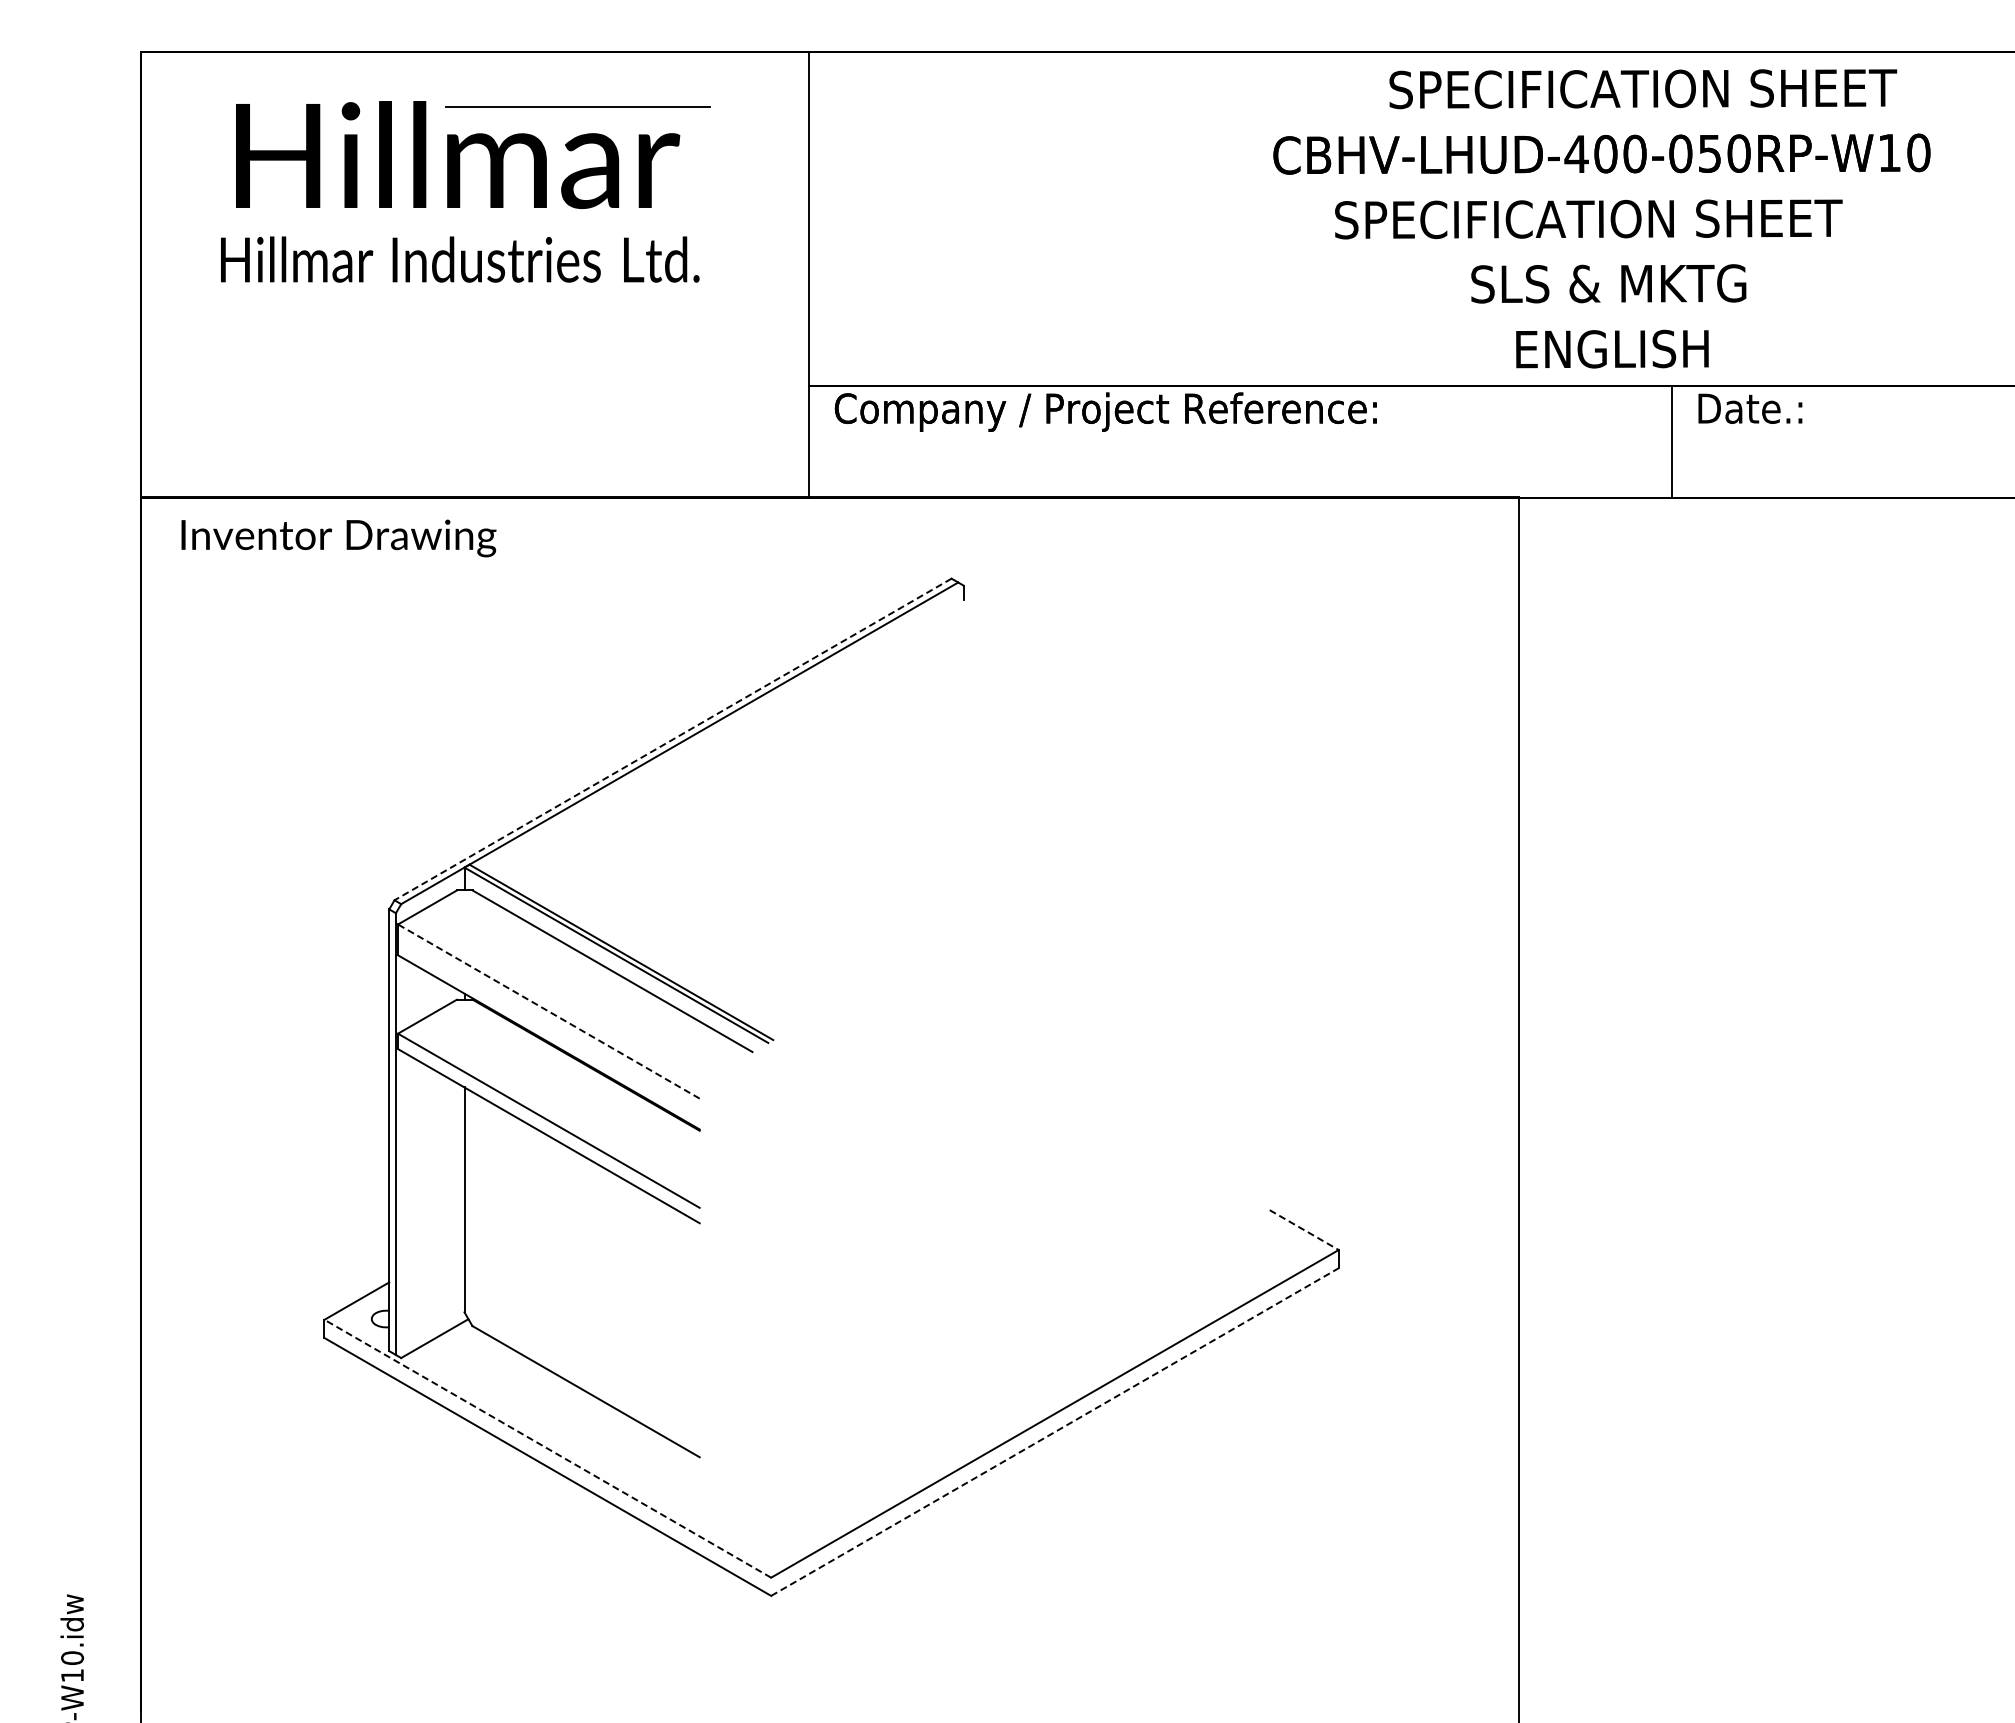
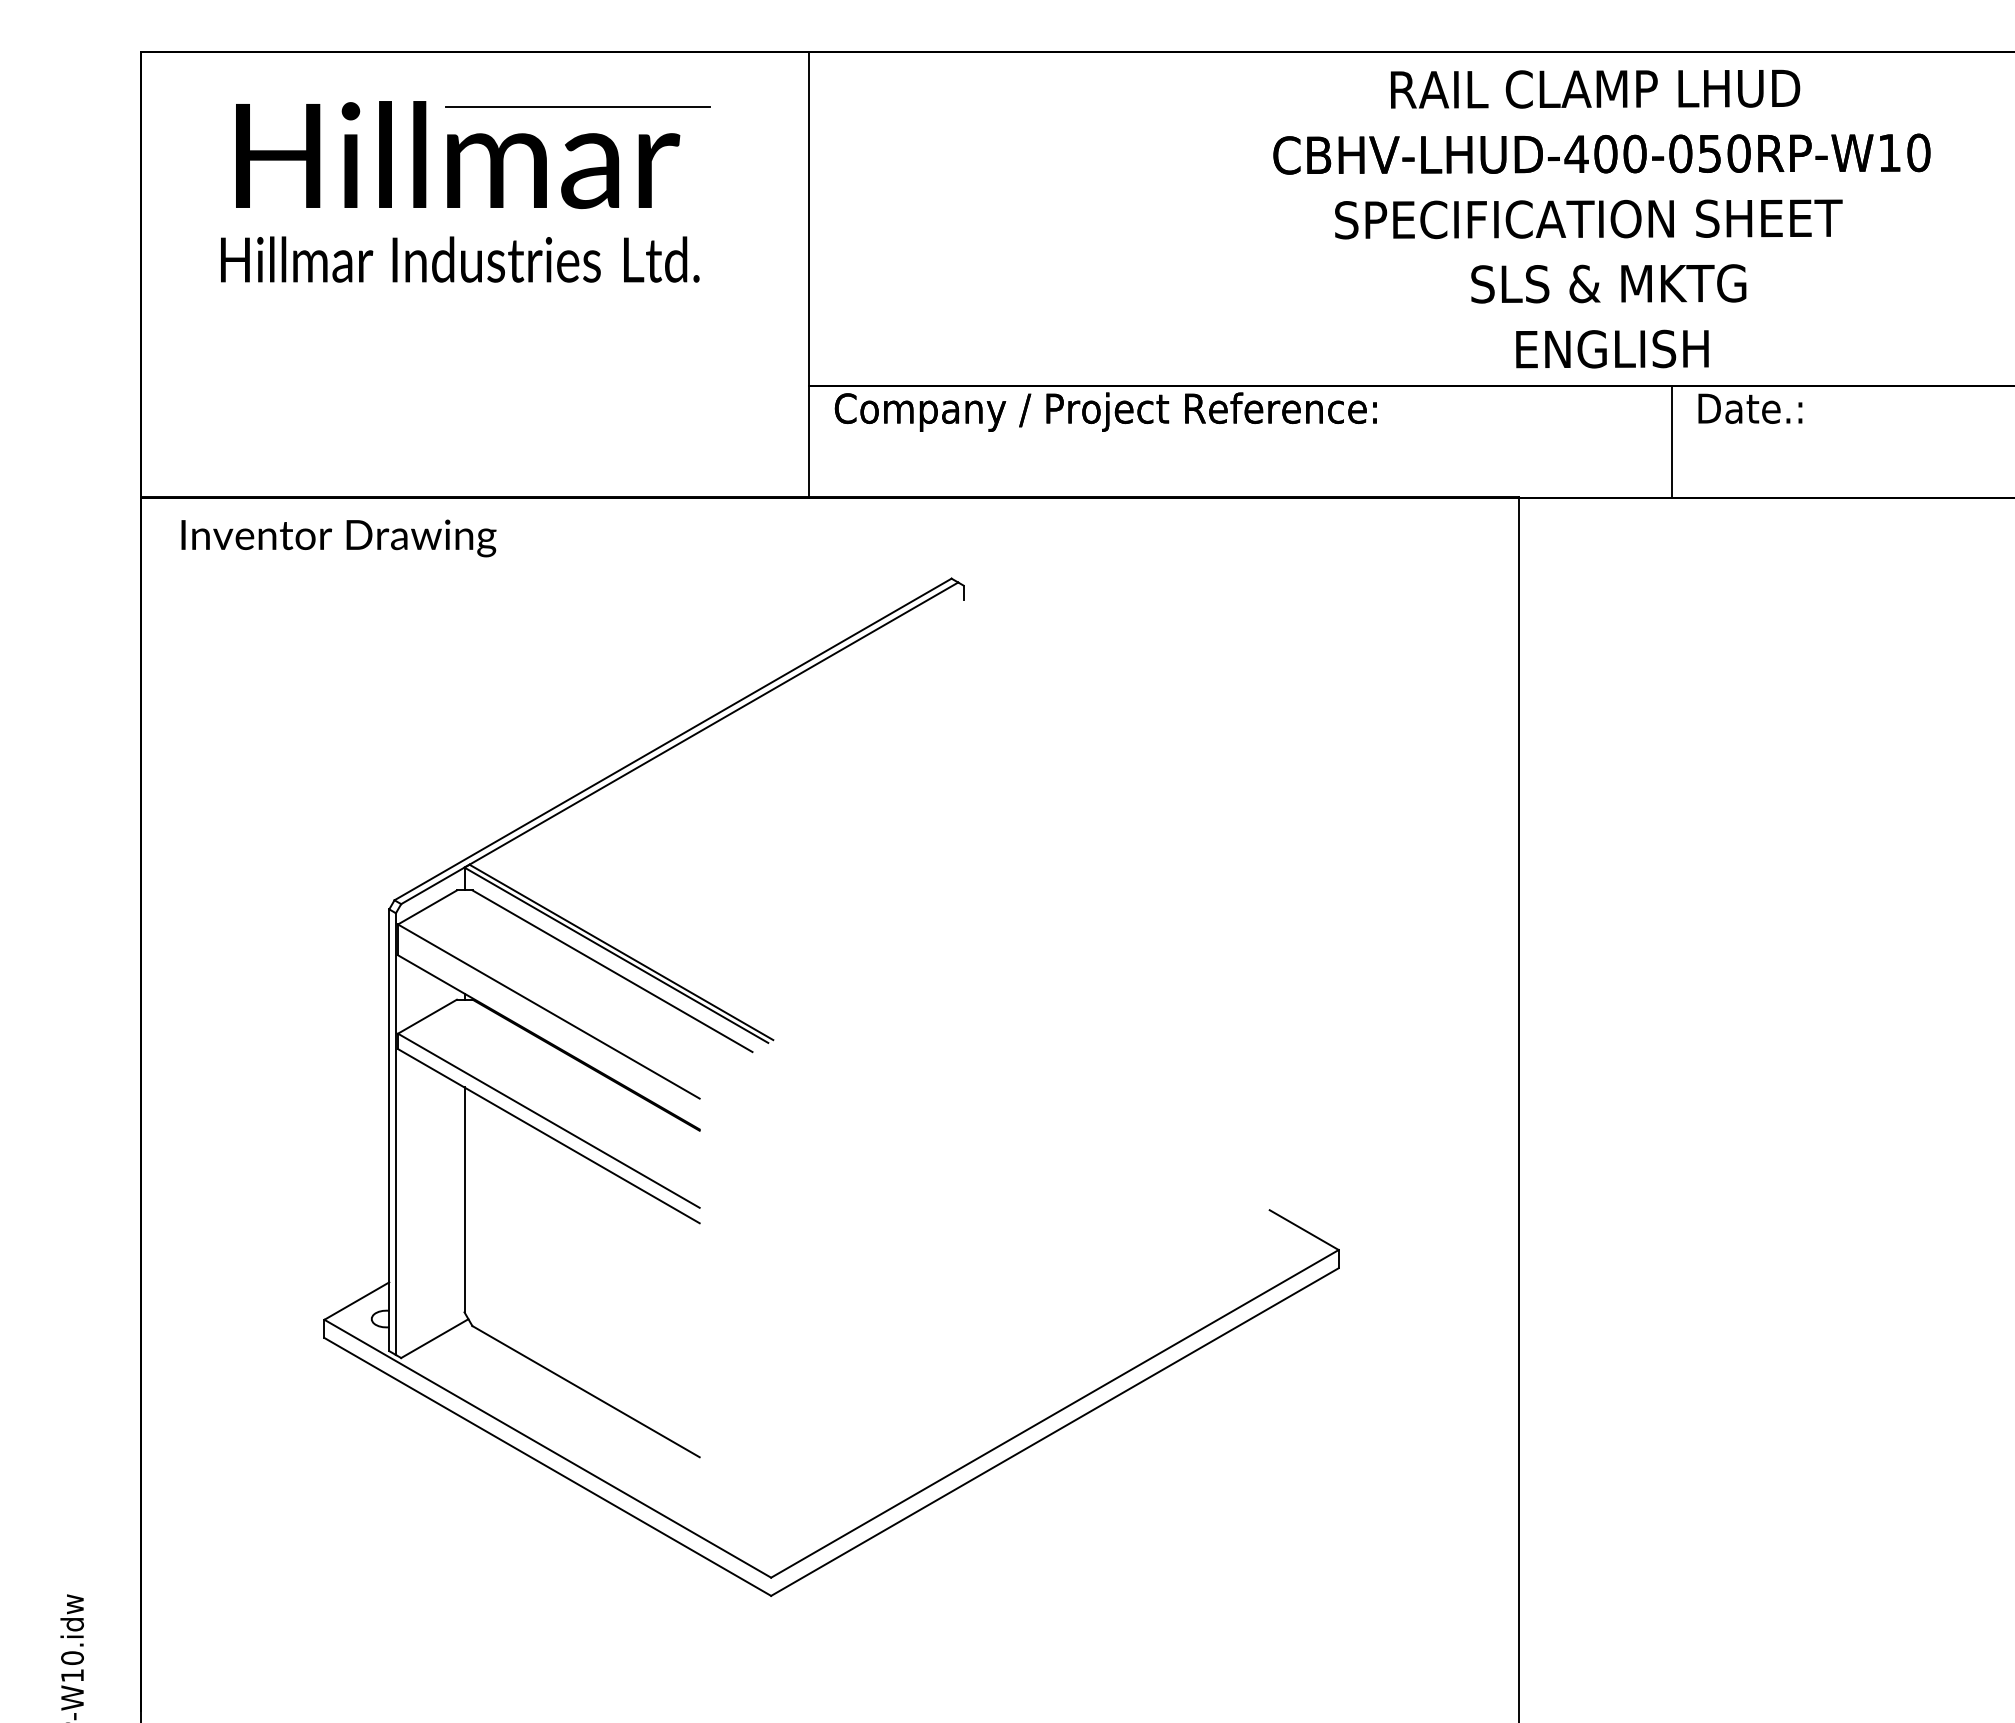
text at (1643, 89): SPECIFICATION SHEET -> RAIL CLAMP LHUD
line at (673, 739): dashed -> solid
line at (548, 1011): dashed -> solid
line at (1304, 1230): dashed -> solid
line at (1054, 1432): dashed -> solid
line at (547, 1448): dashed -> solid
